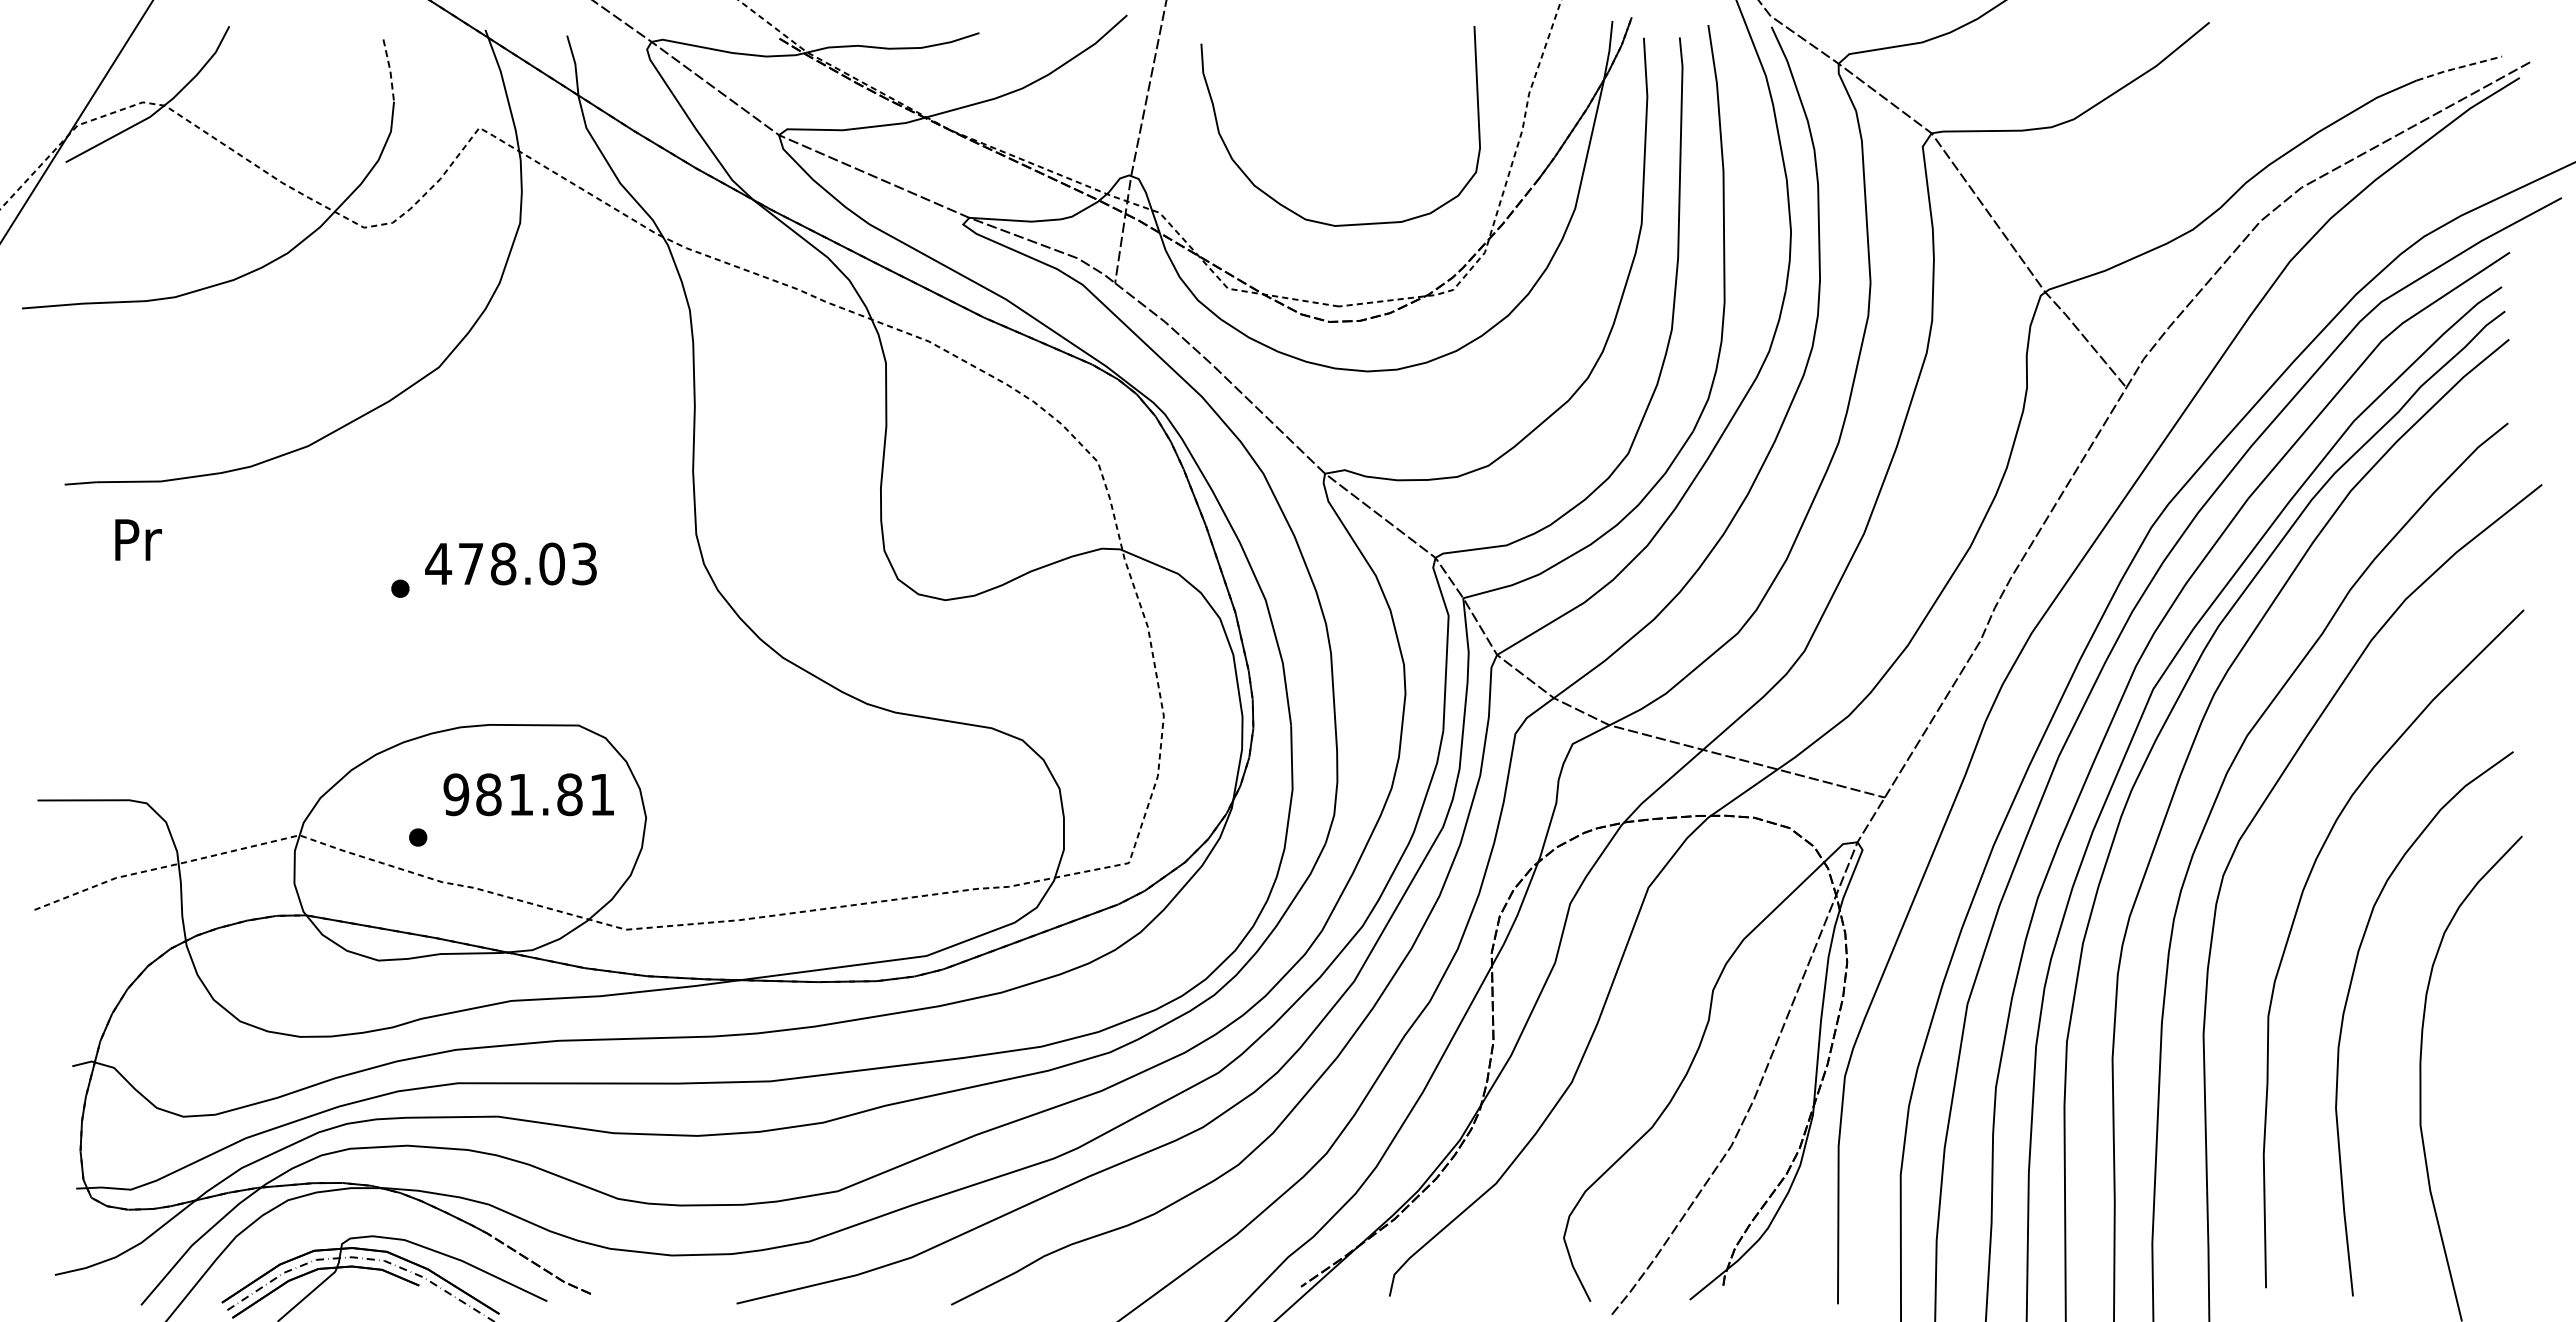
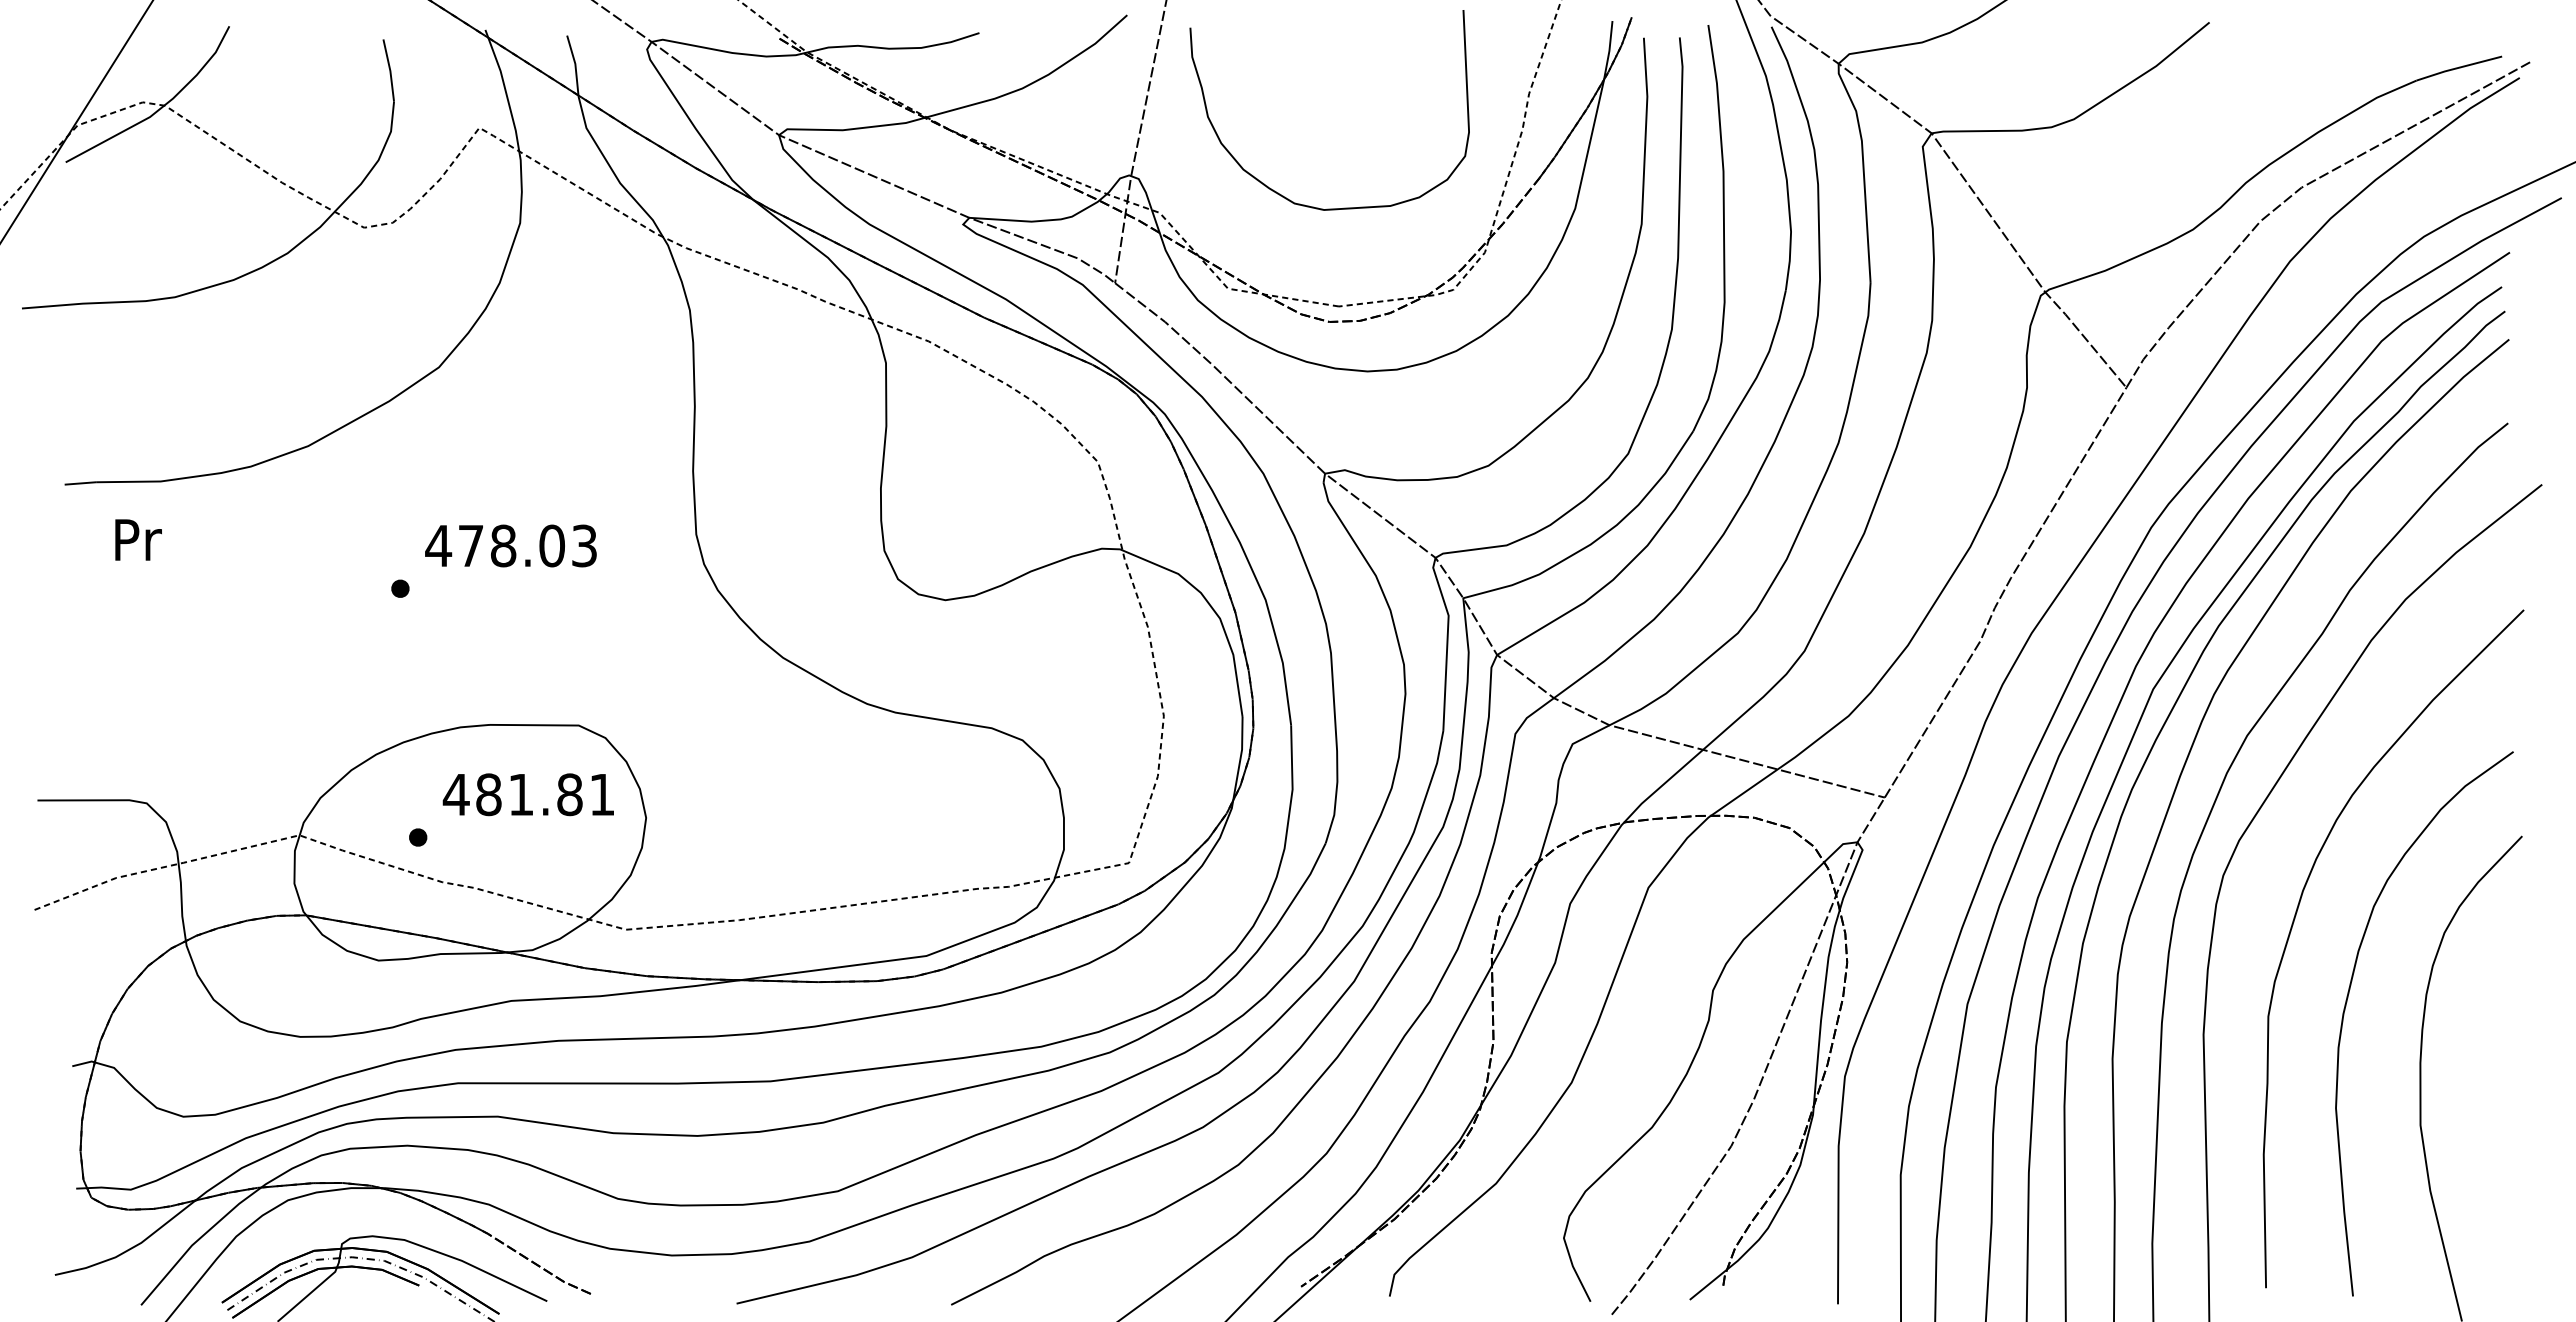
line at (2459, 67): dashed -> solid
line at (390, 71): dashed -> solid
curve at (1289, 208) position: (1289, 208) -> (1278, 192)
text at (510, 563) position: (510, 563) -> (510, 545)
text at (455, 794): 981.81 -> 481.81
